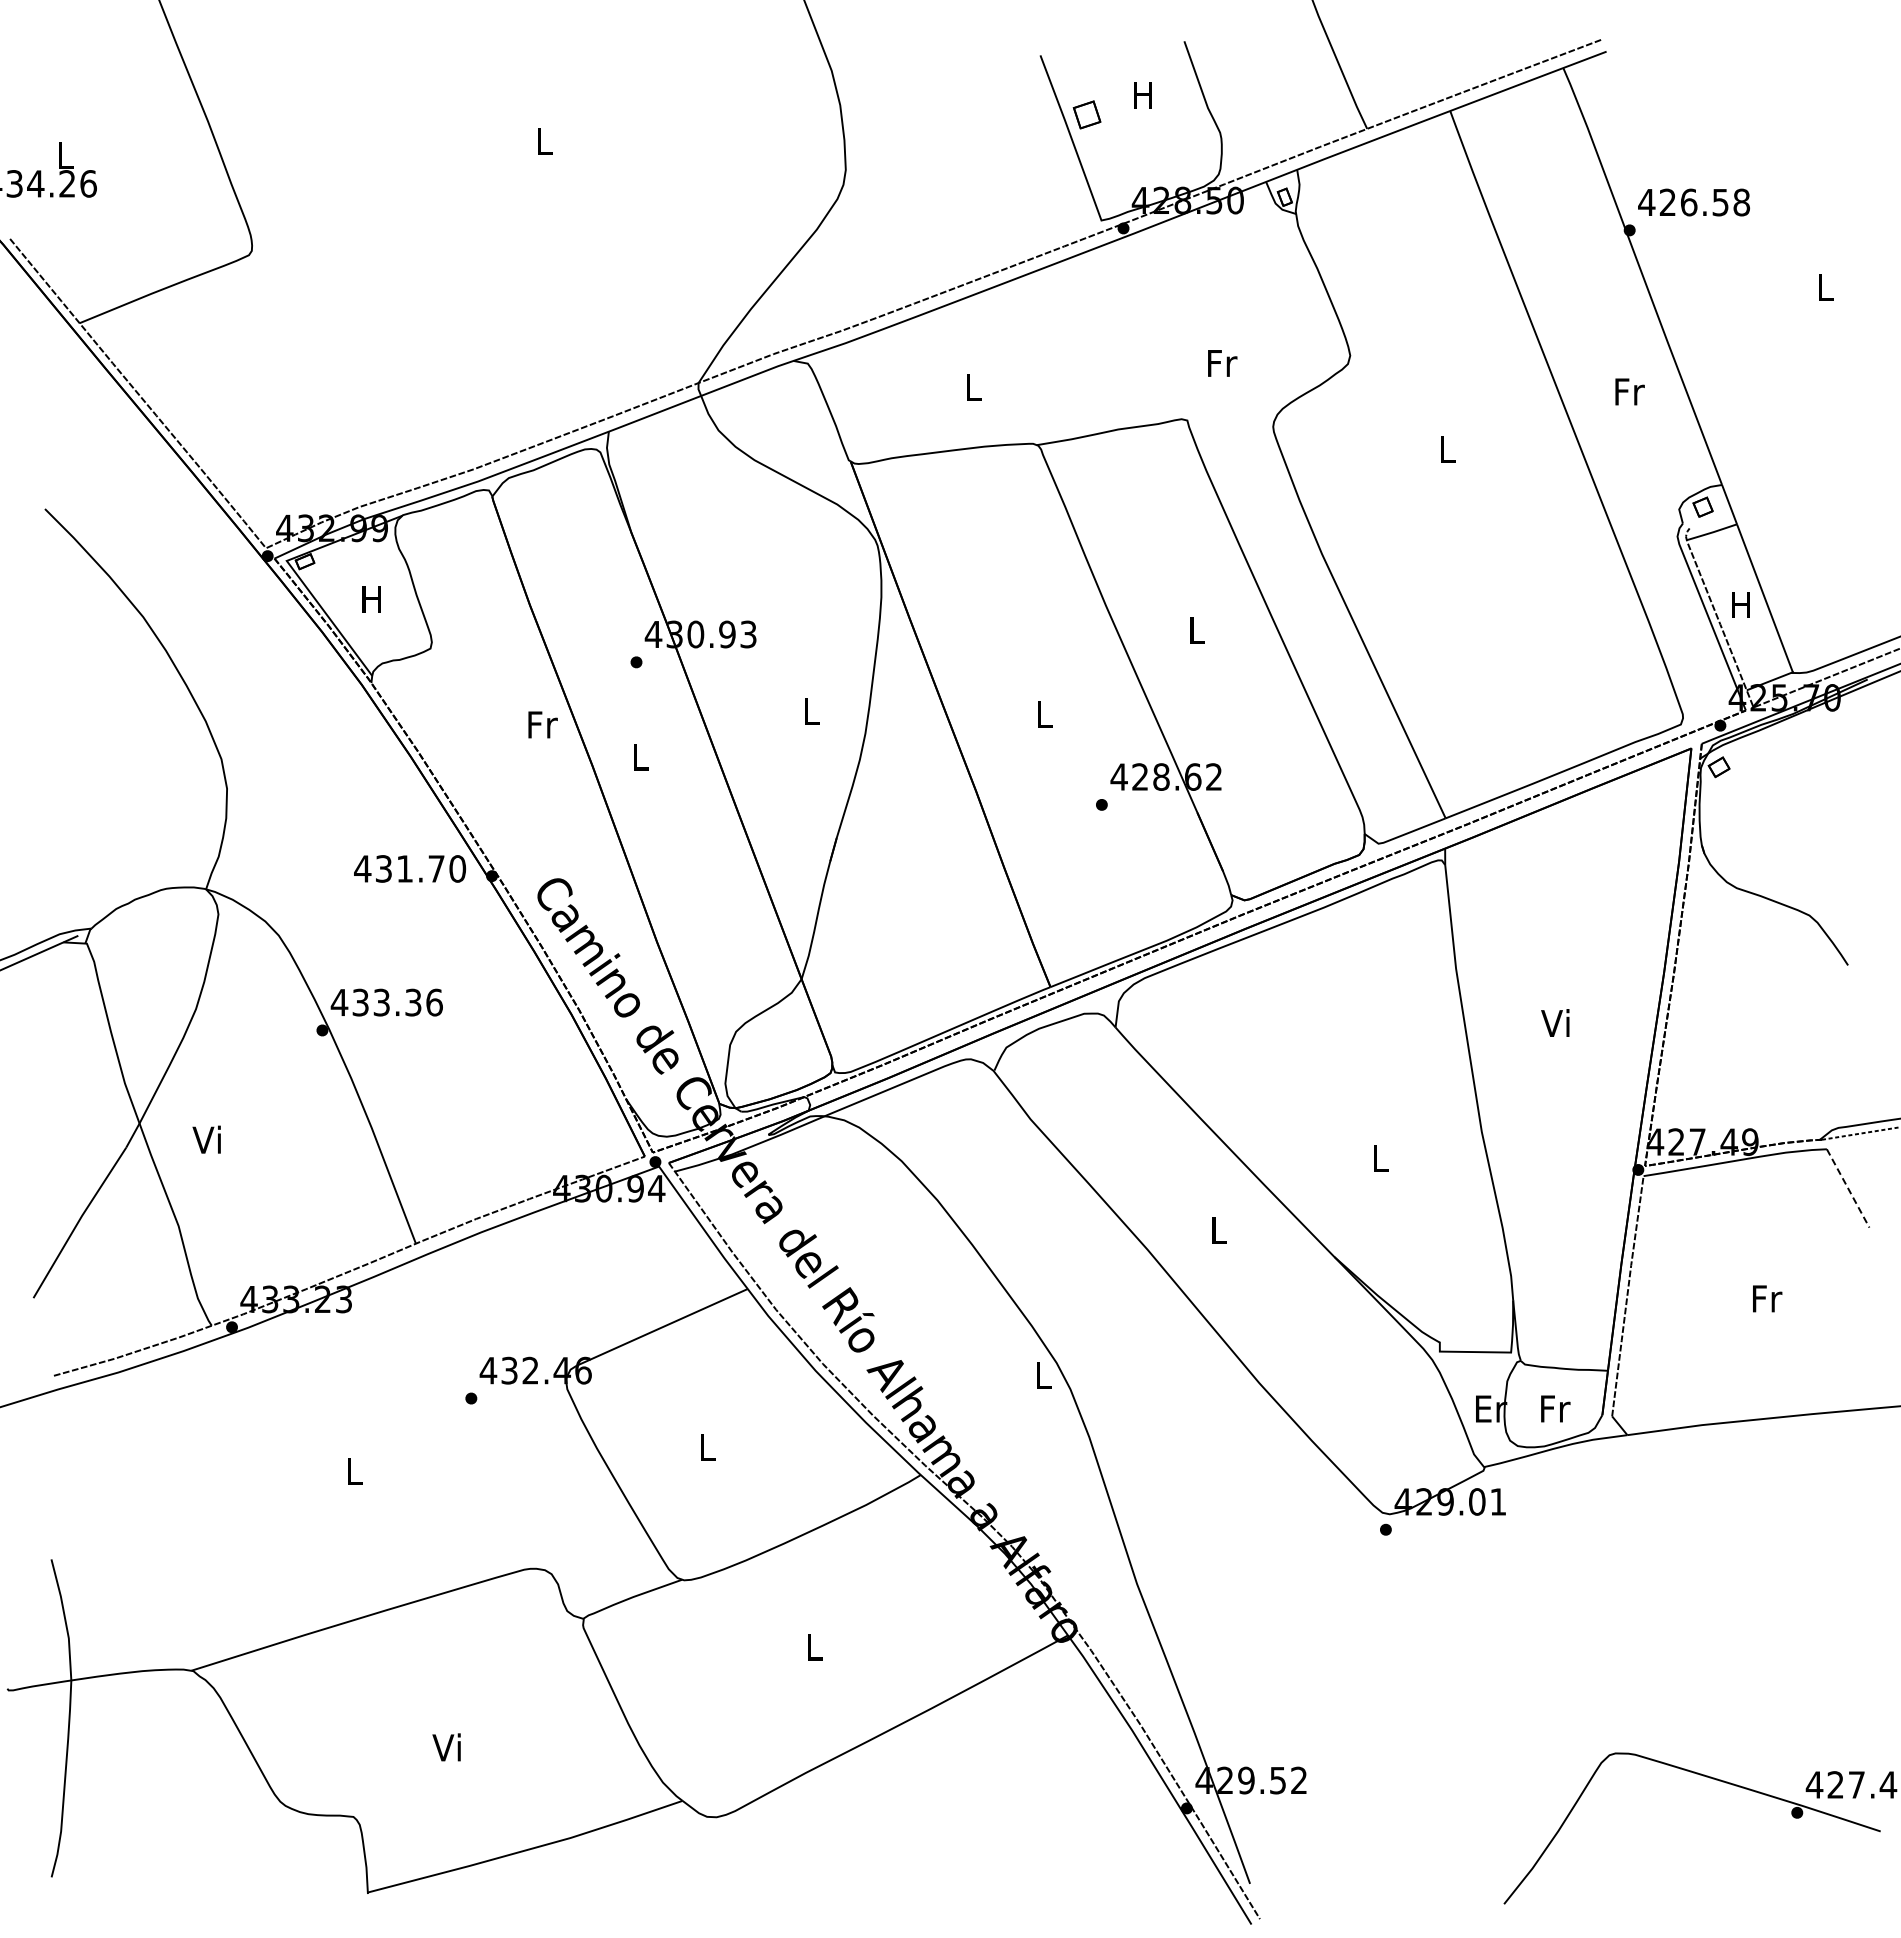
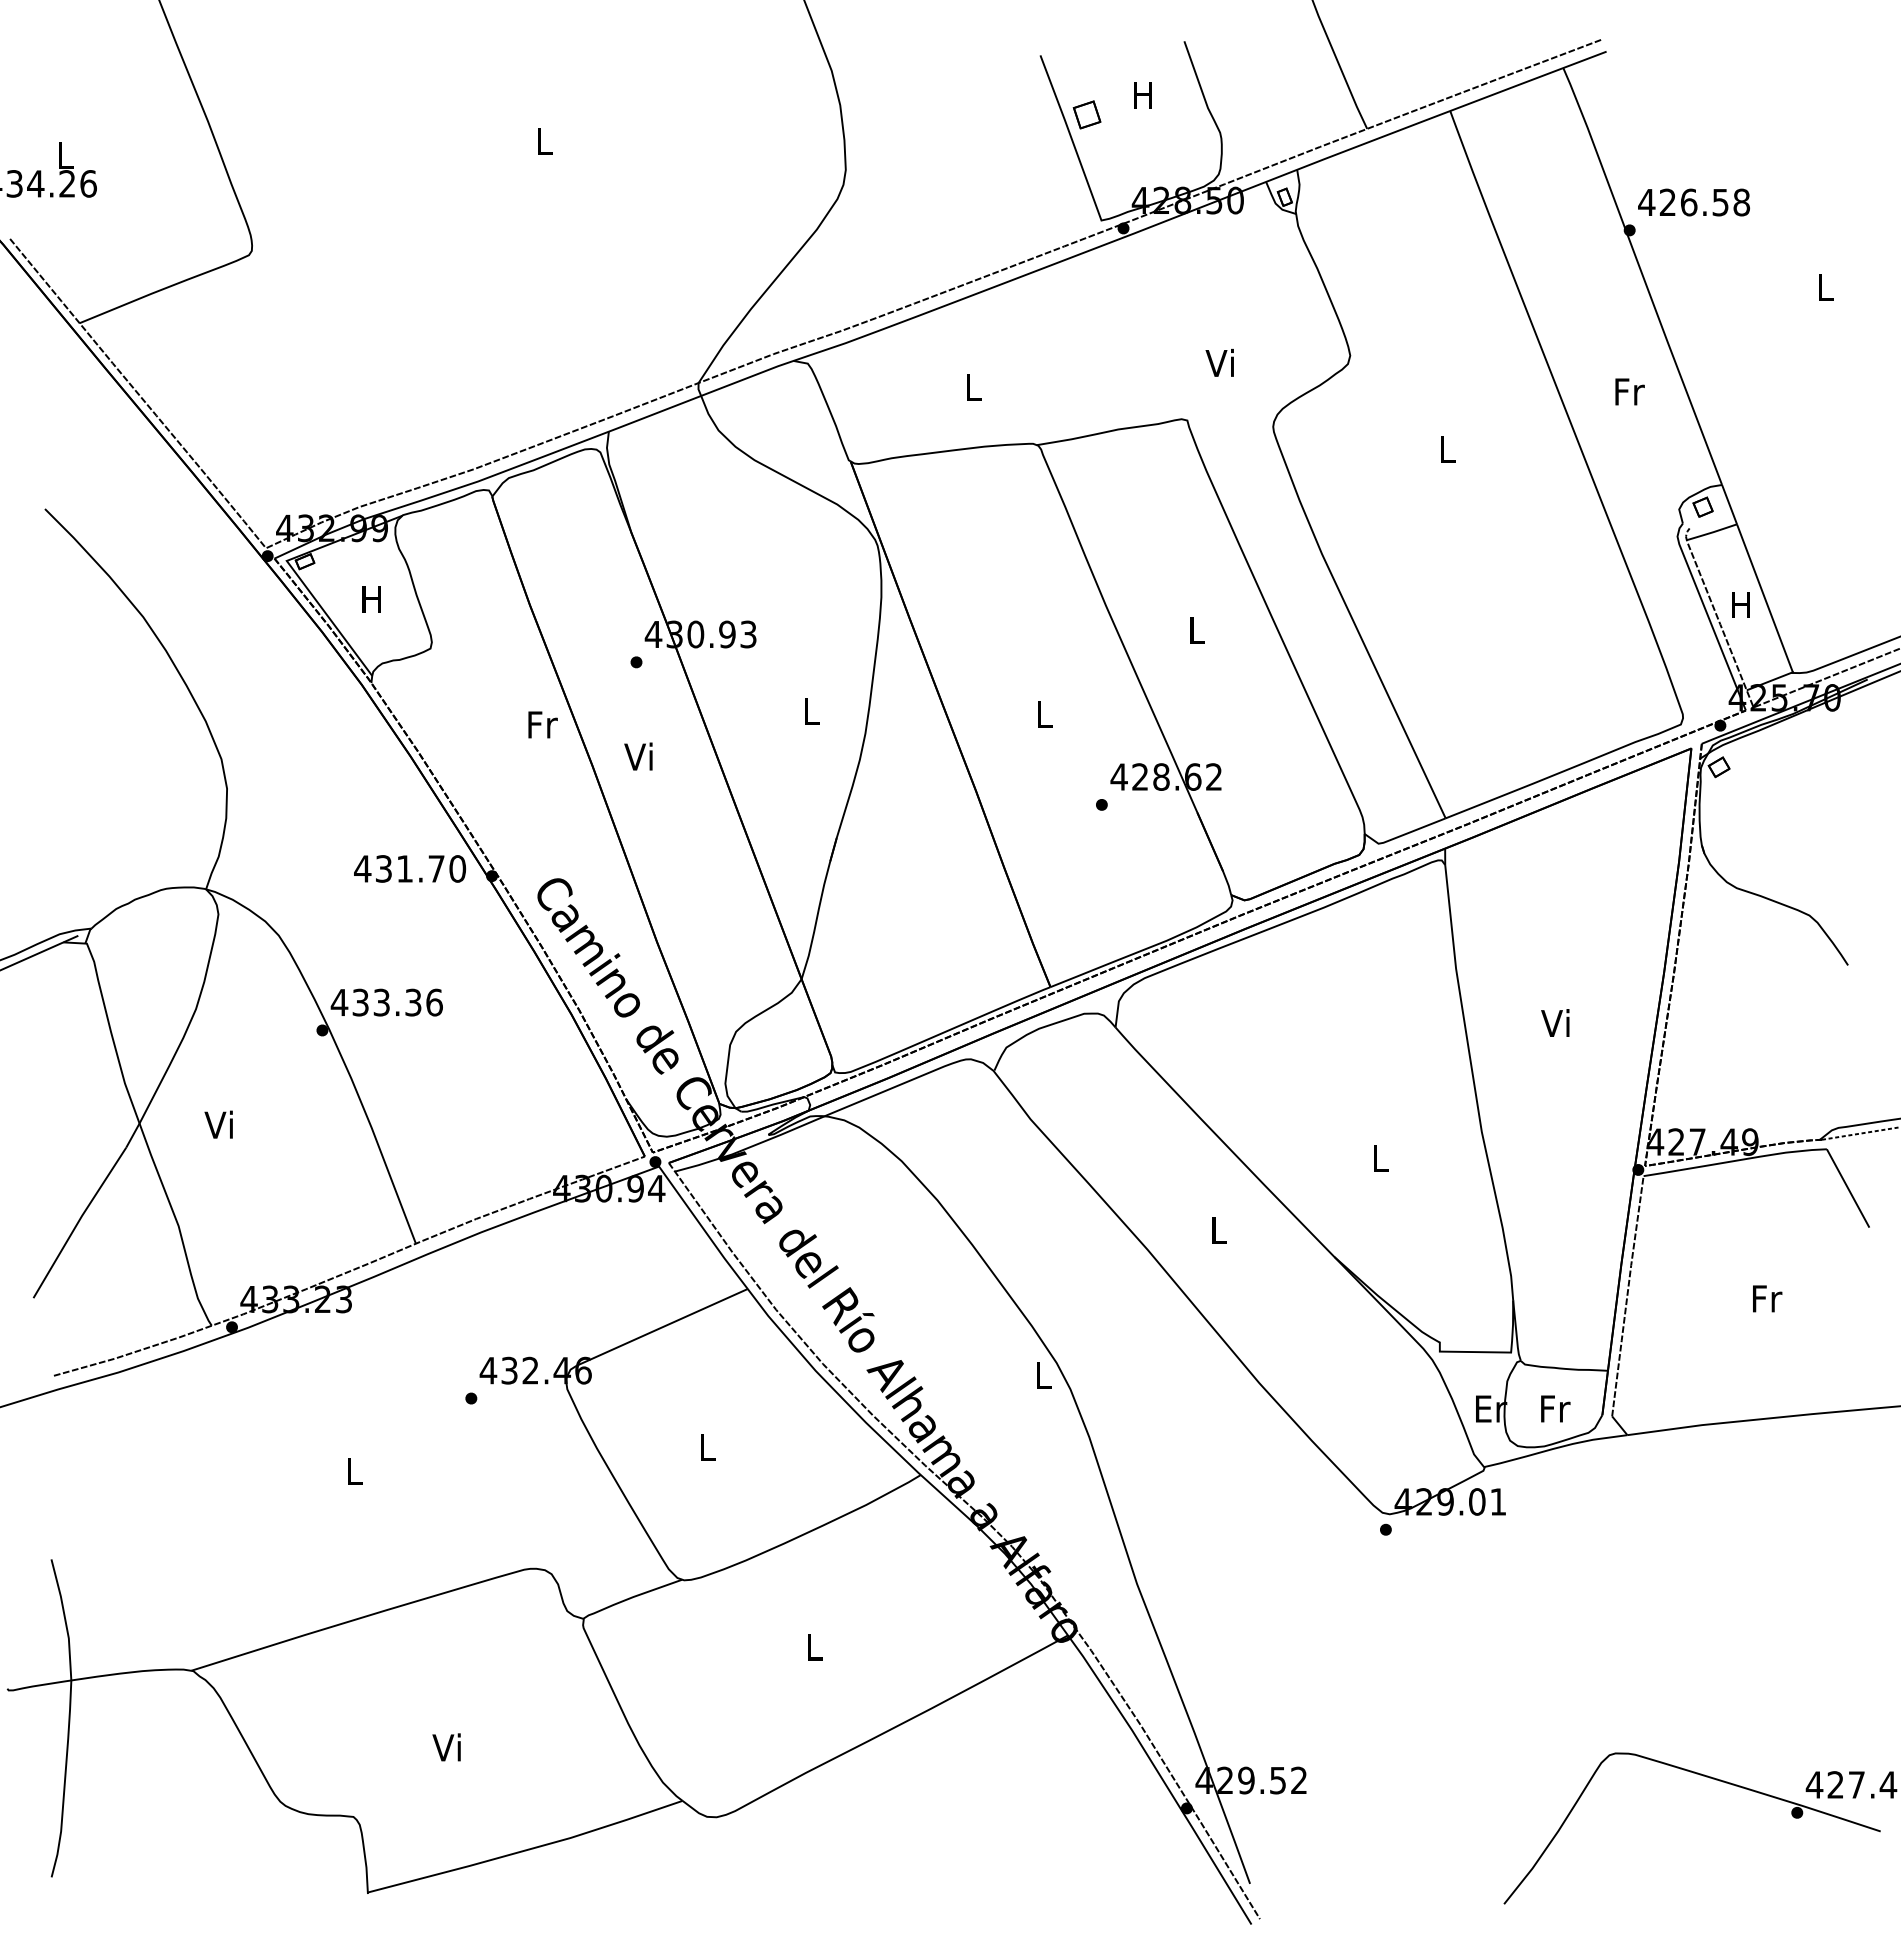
text at (1221, 362): Fr -> Vi
text at (638, 756): L -> Vi
text at (206, 1139) position: (206, 1139) -> (218, 1124)
line at (1848, 1188): dashed -> solid
